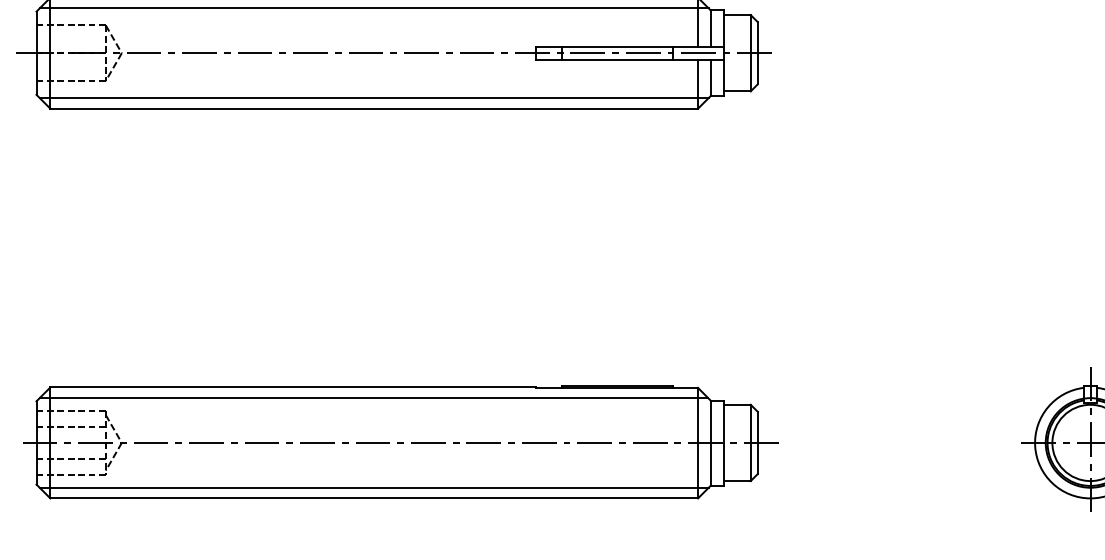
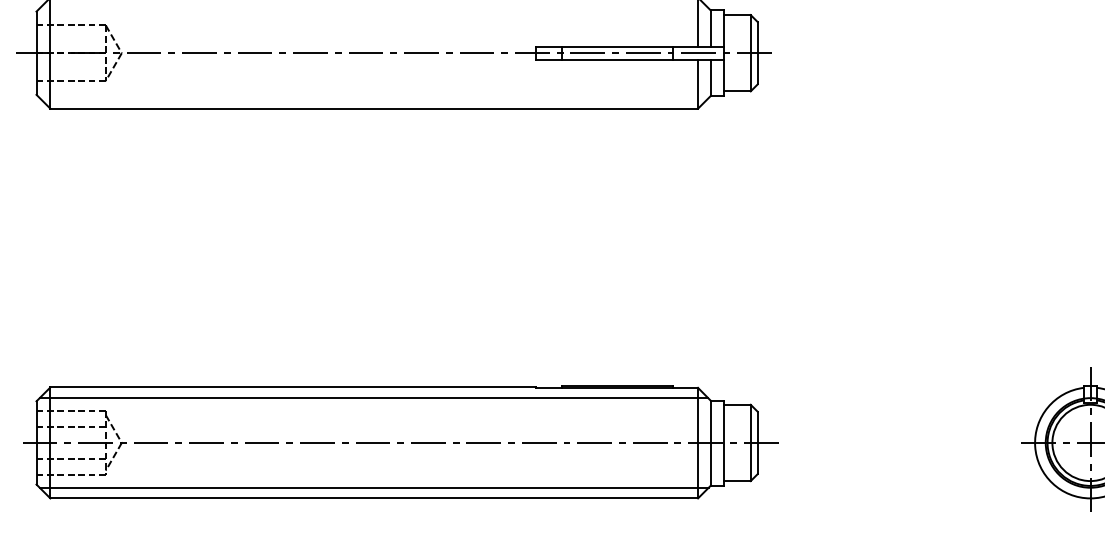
line at (373, 8): present -> none
line at (373, 98): present -> none
